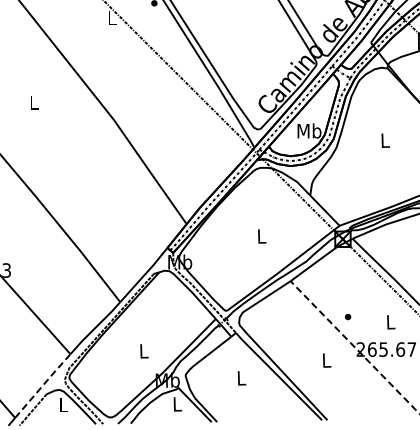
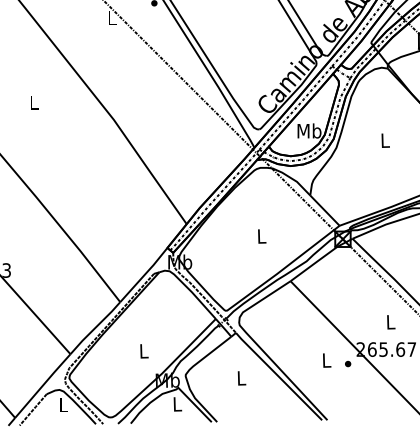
part at (348, 316) position: (348, 316) -> (348, 363)
line at (354, 347): dashed -> solid
line at (43, 385): dashed -> solid
